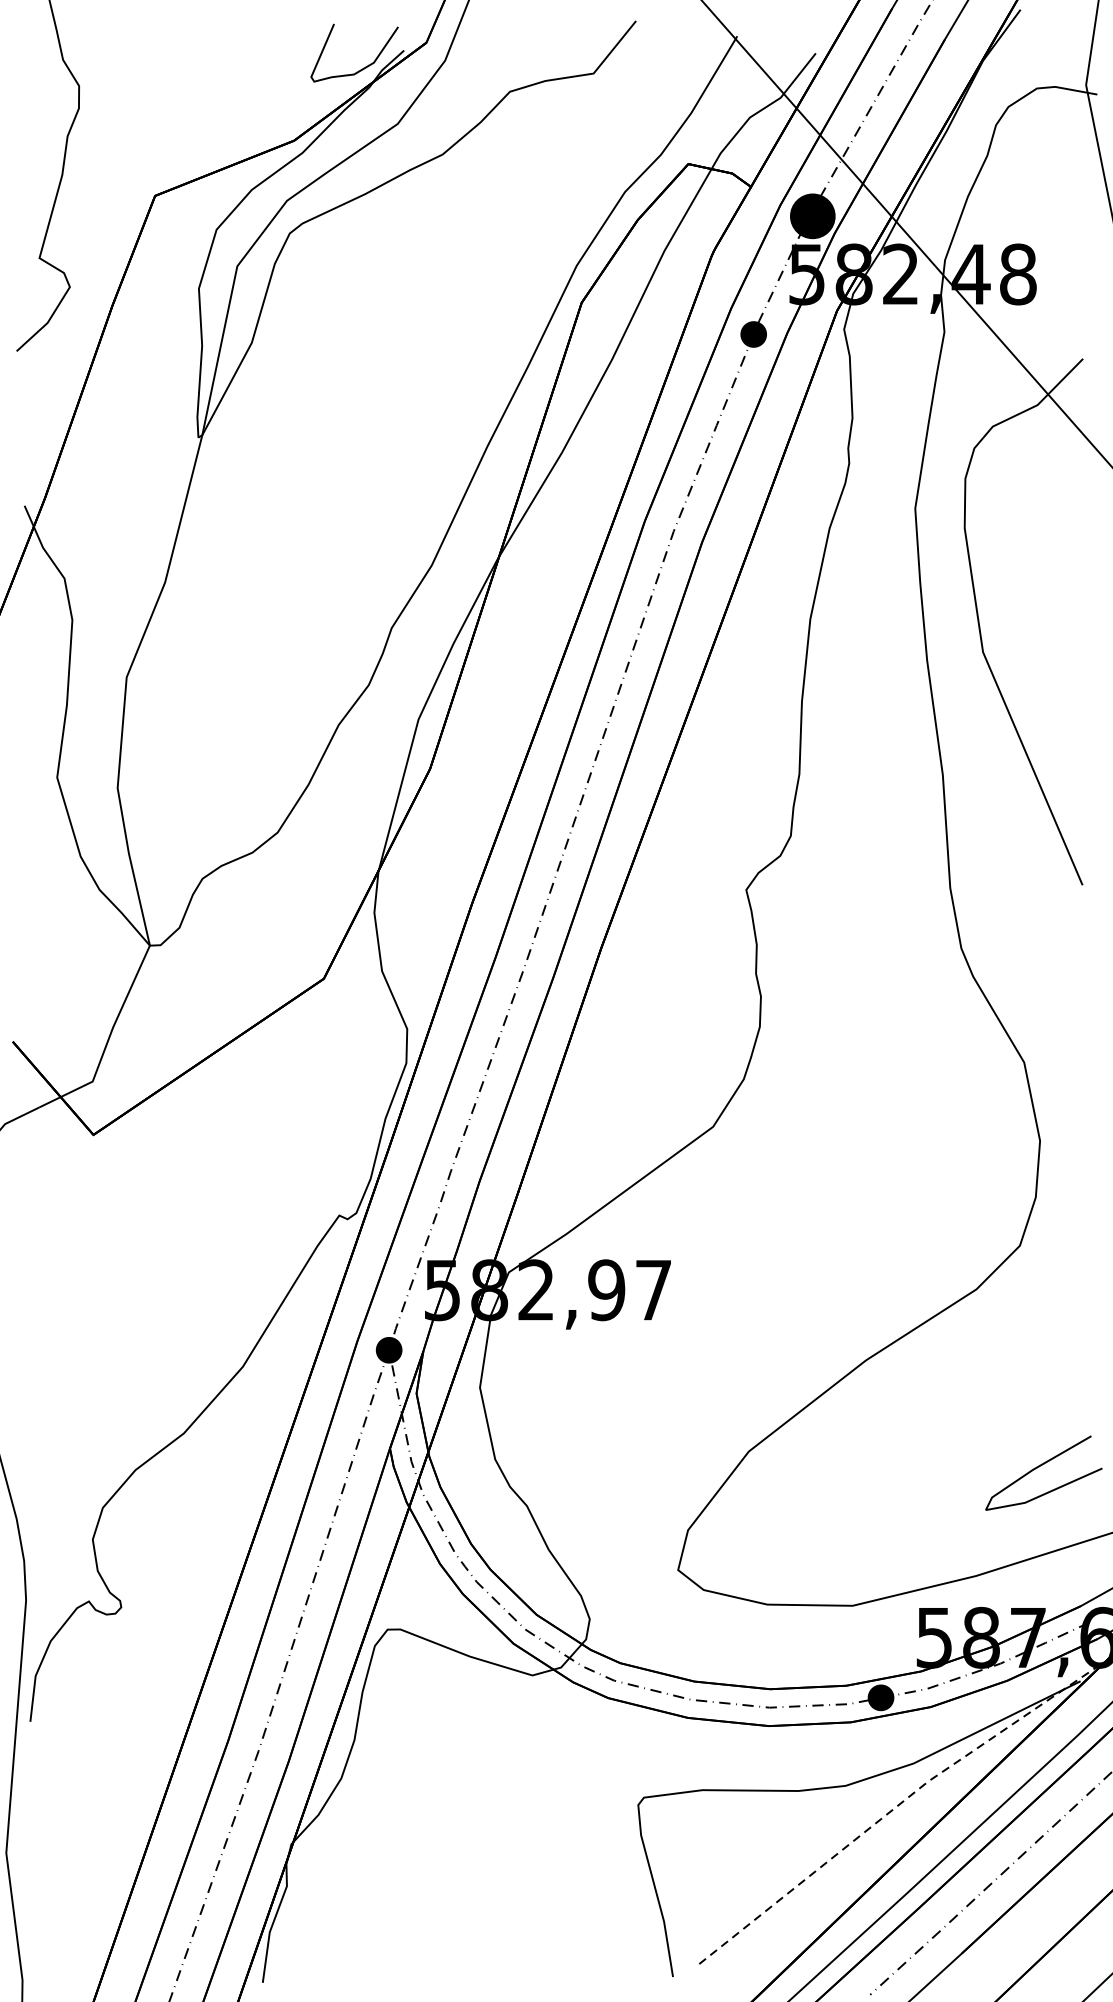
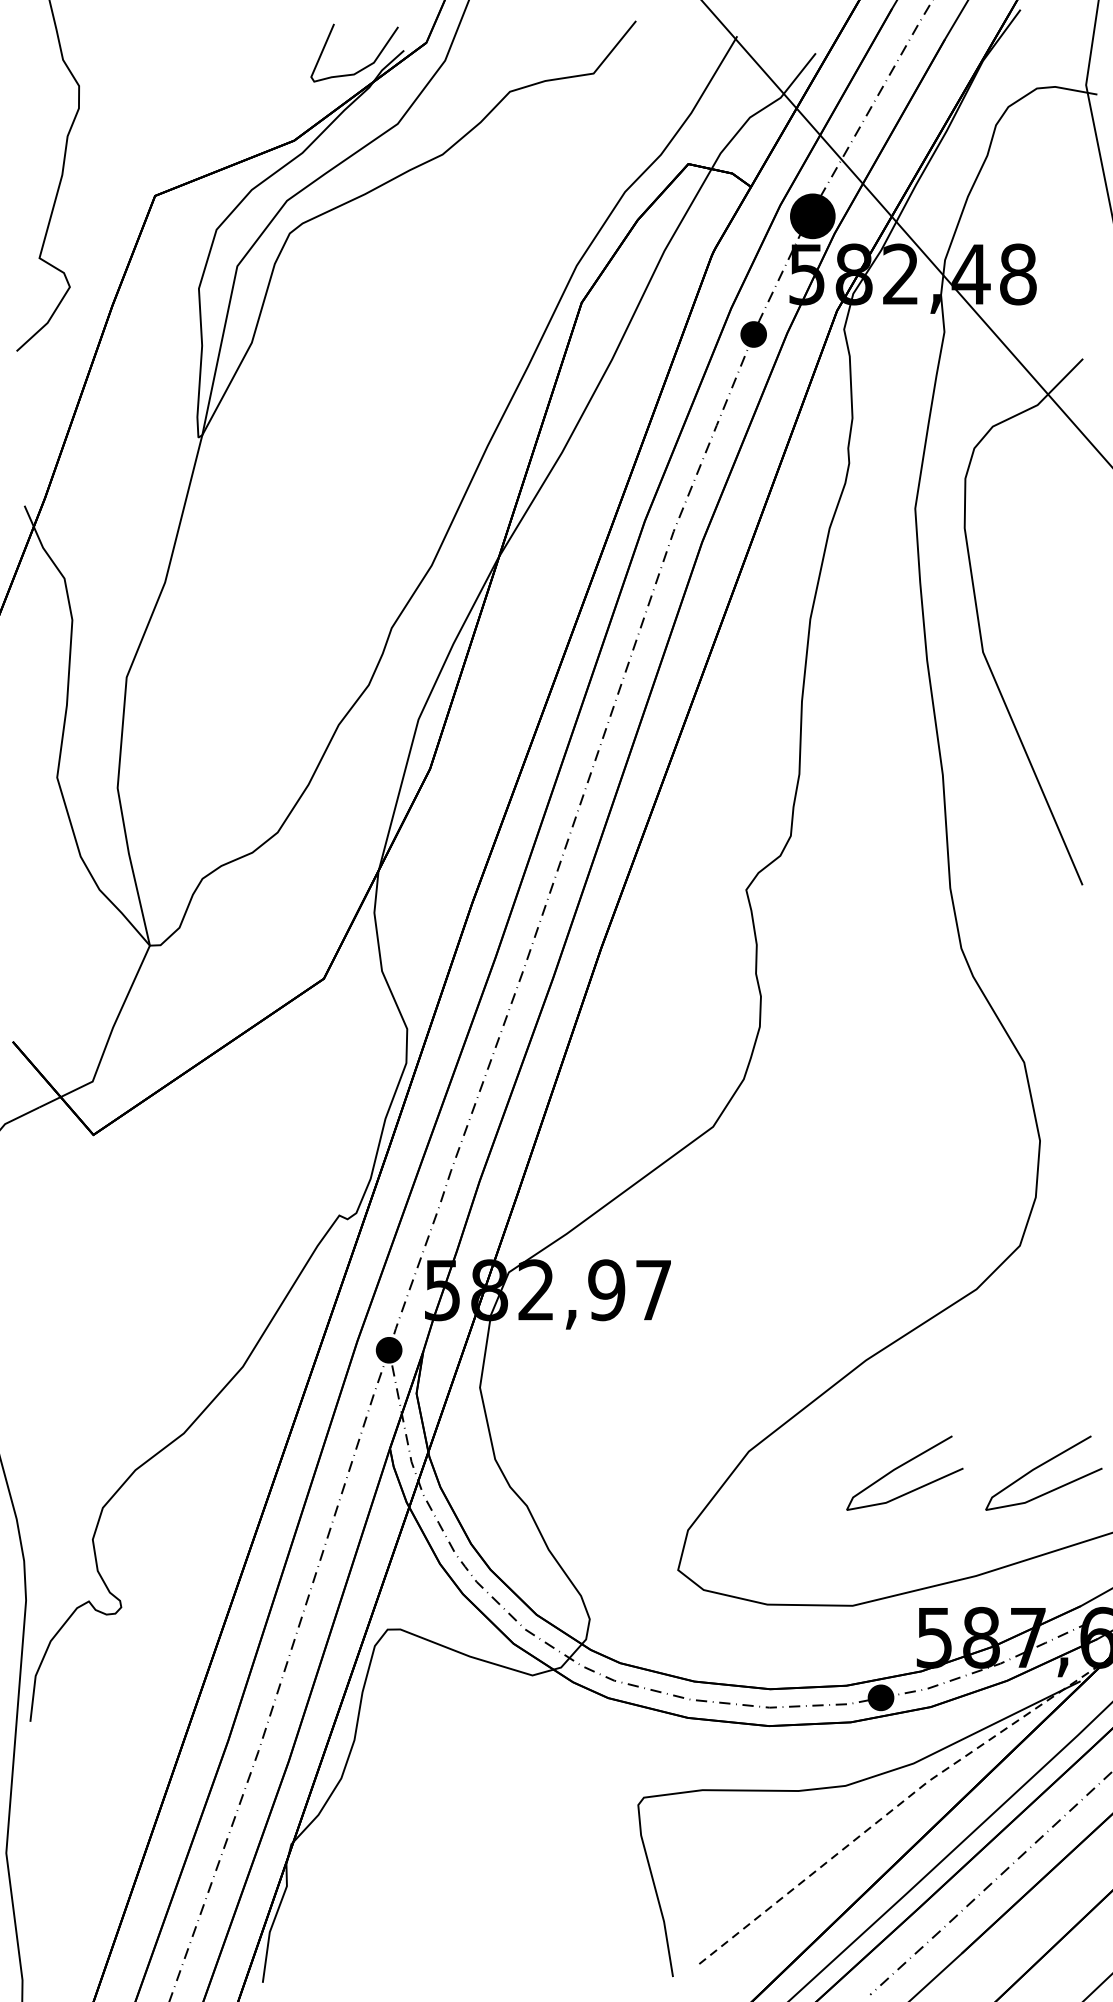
curve at (900, 1467): none -> present
